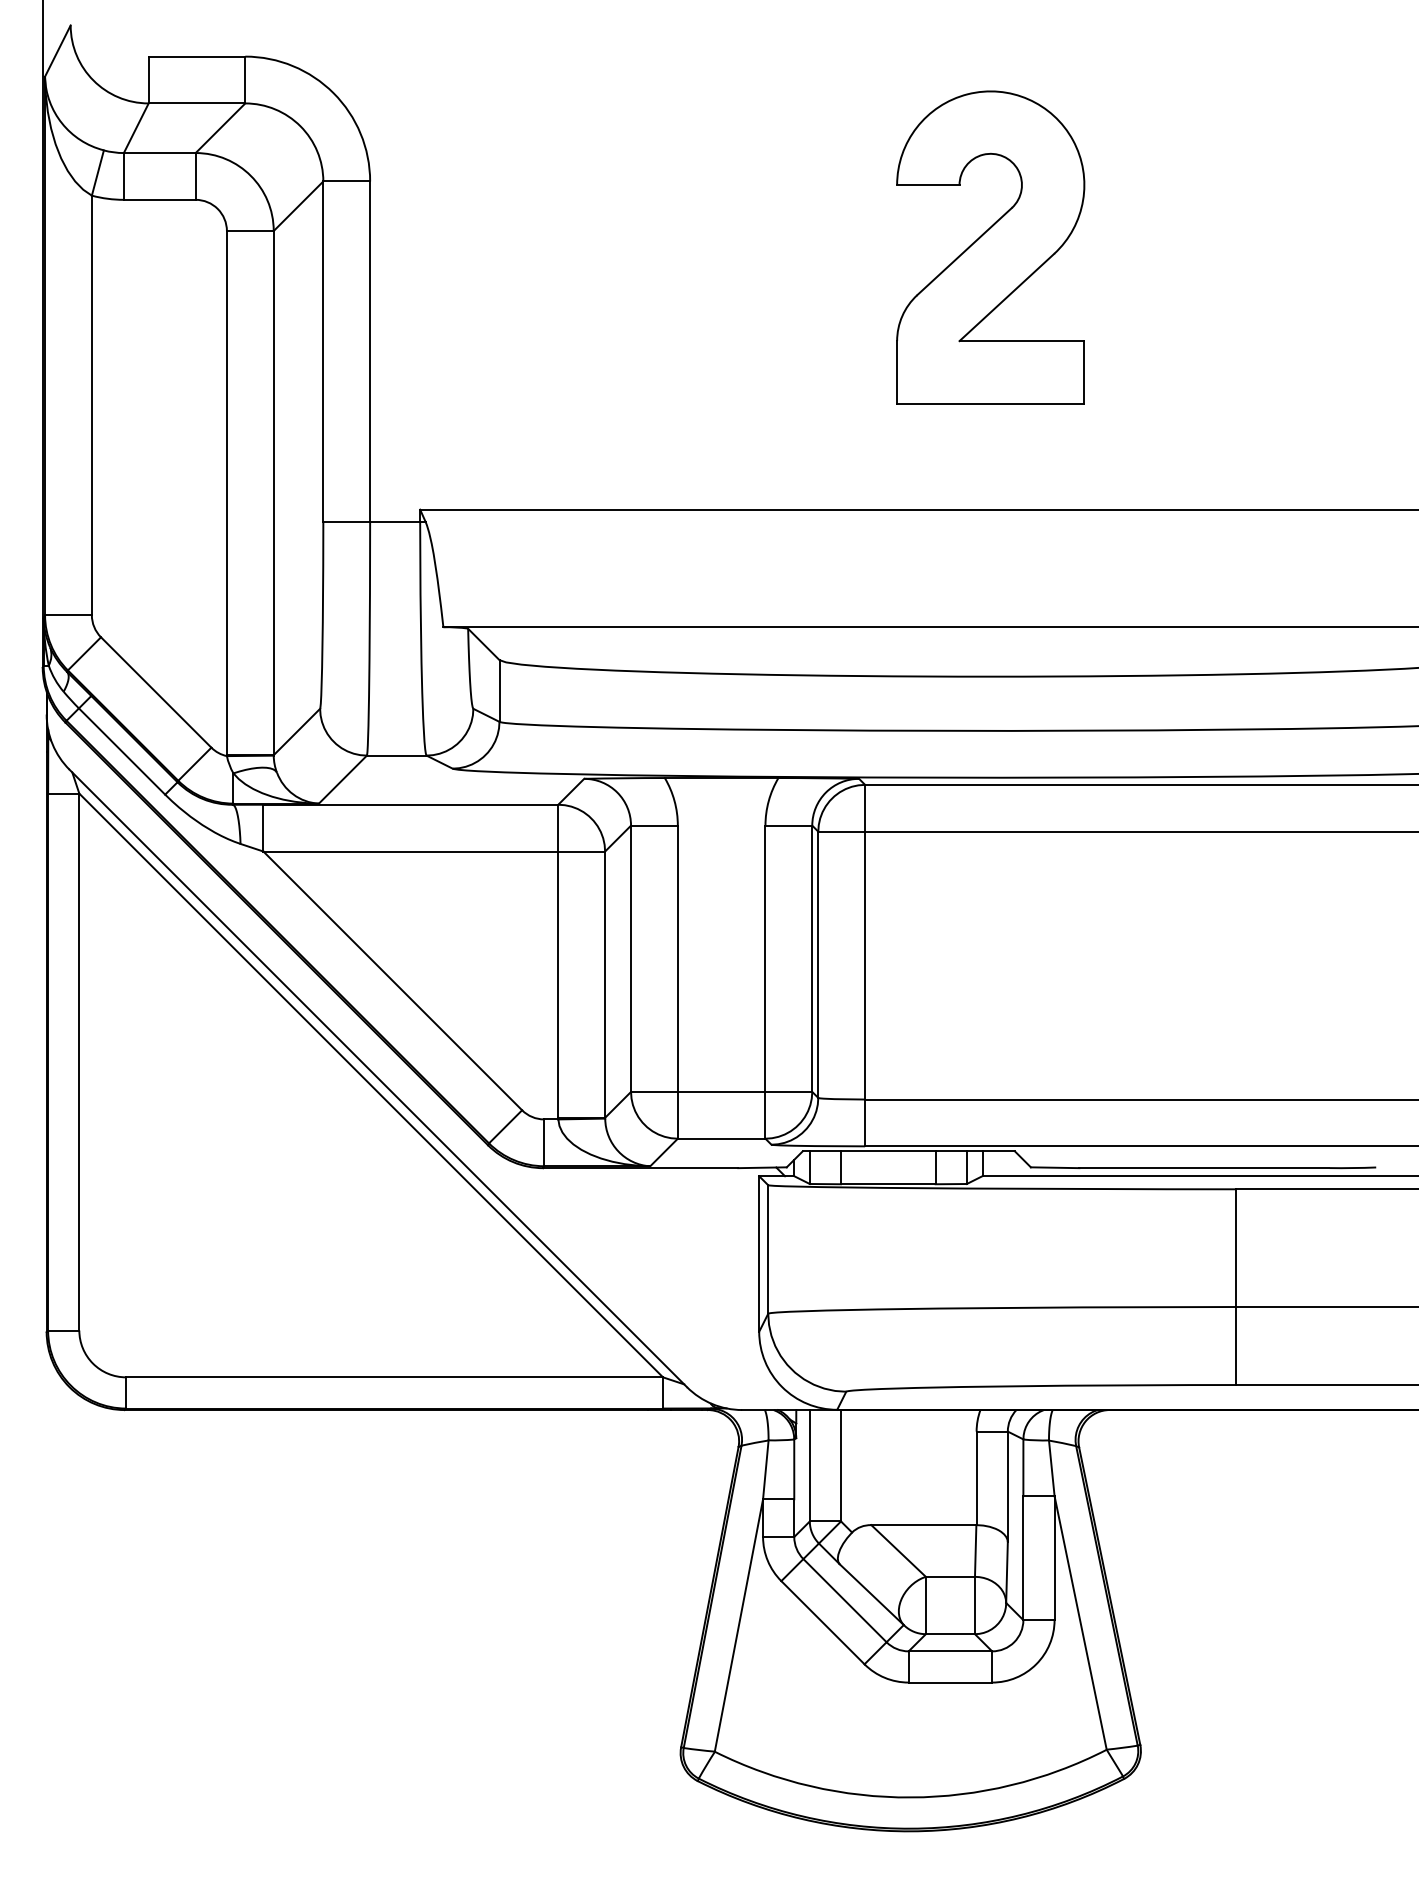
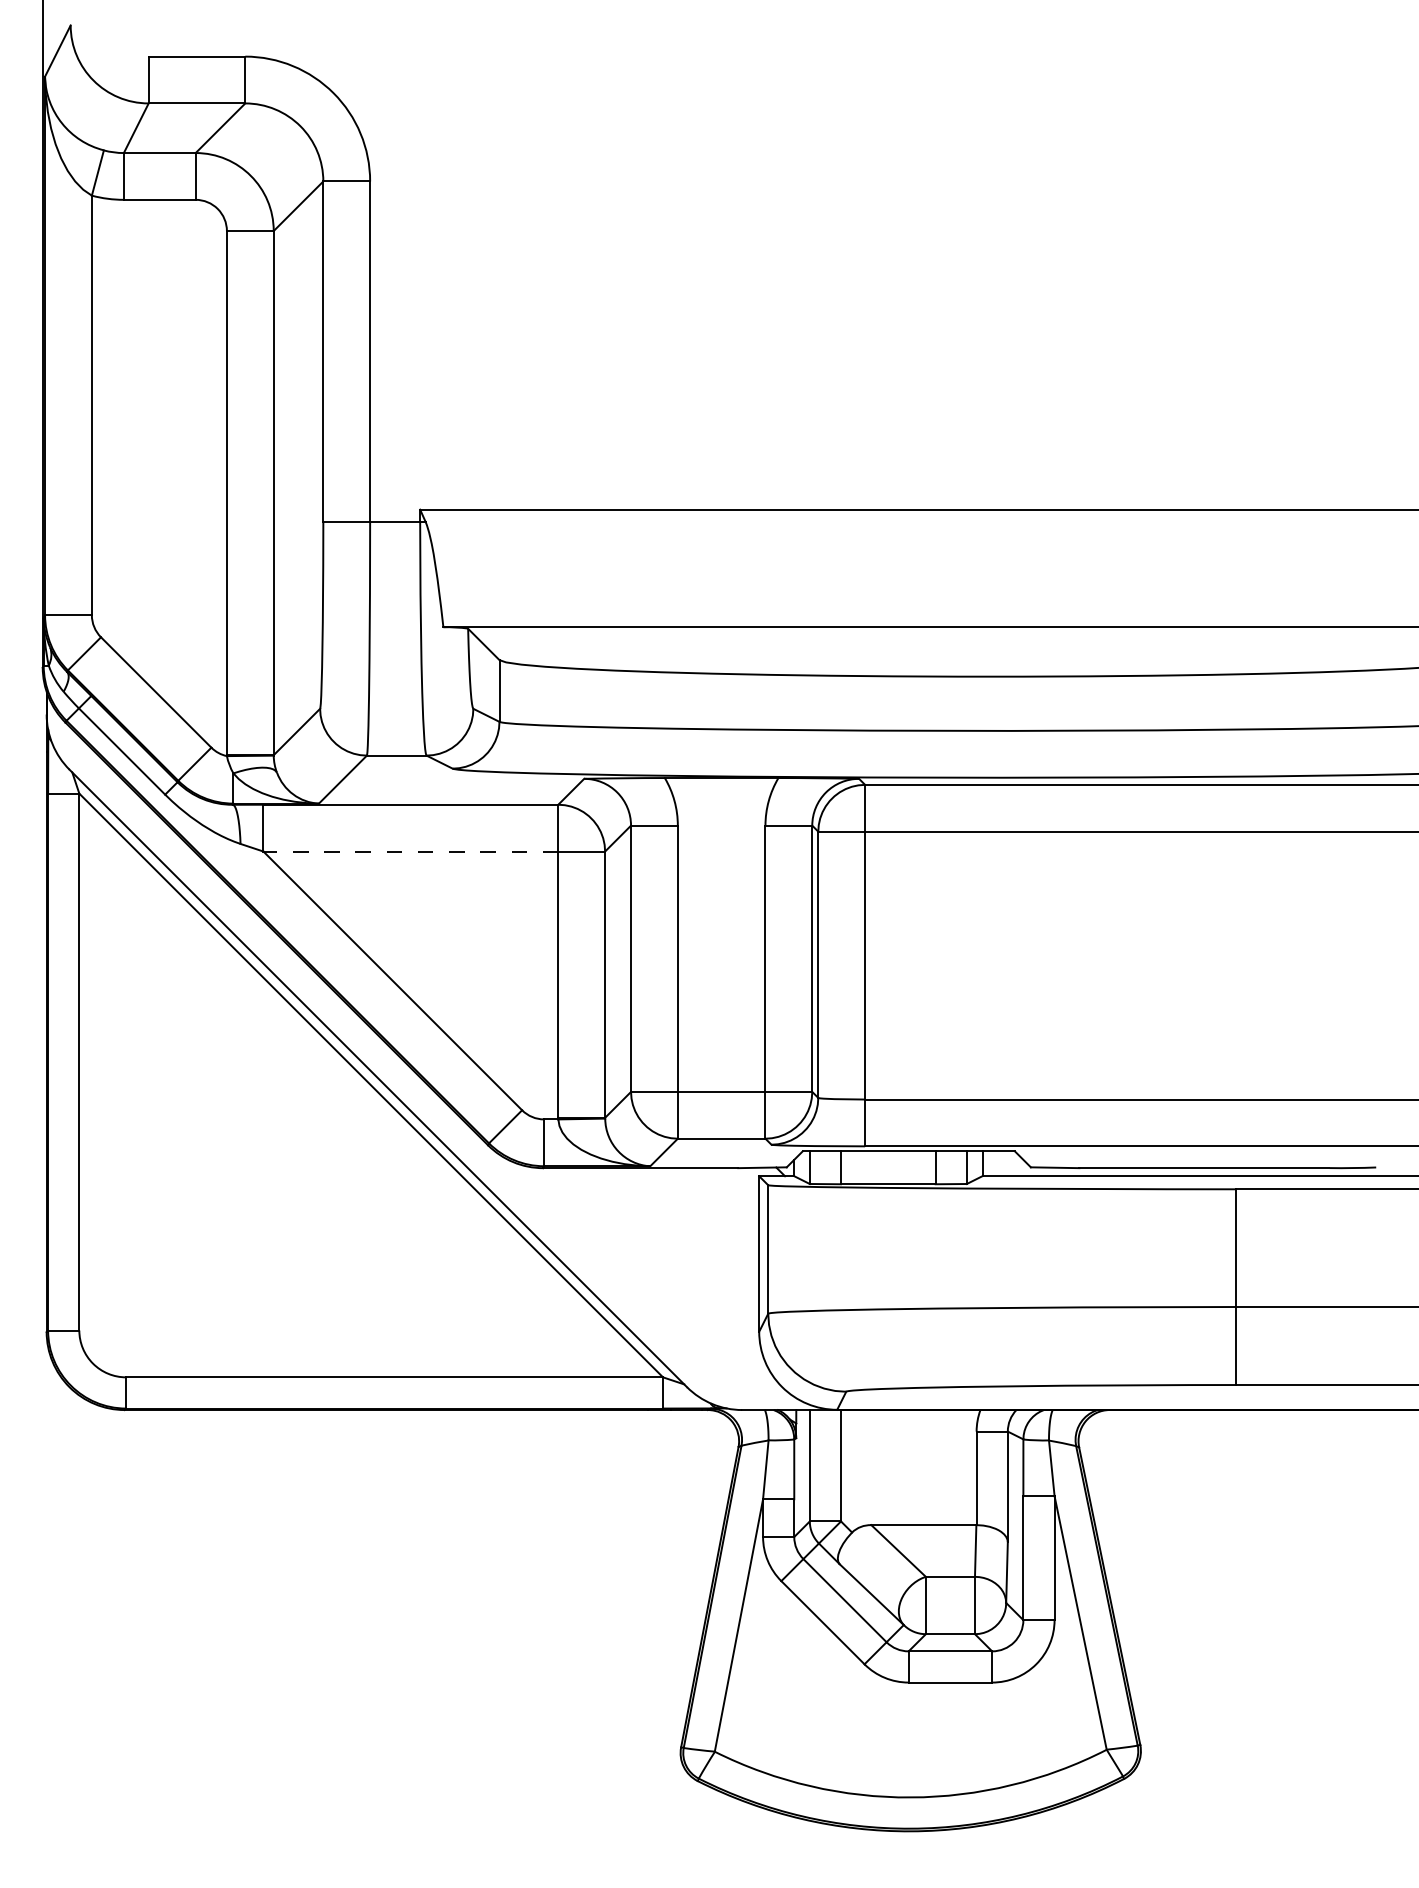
part at (990, 247): present -> none
line at (410, 851): solid -> dashed
